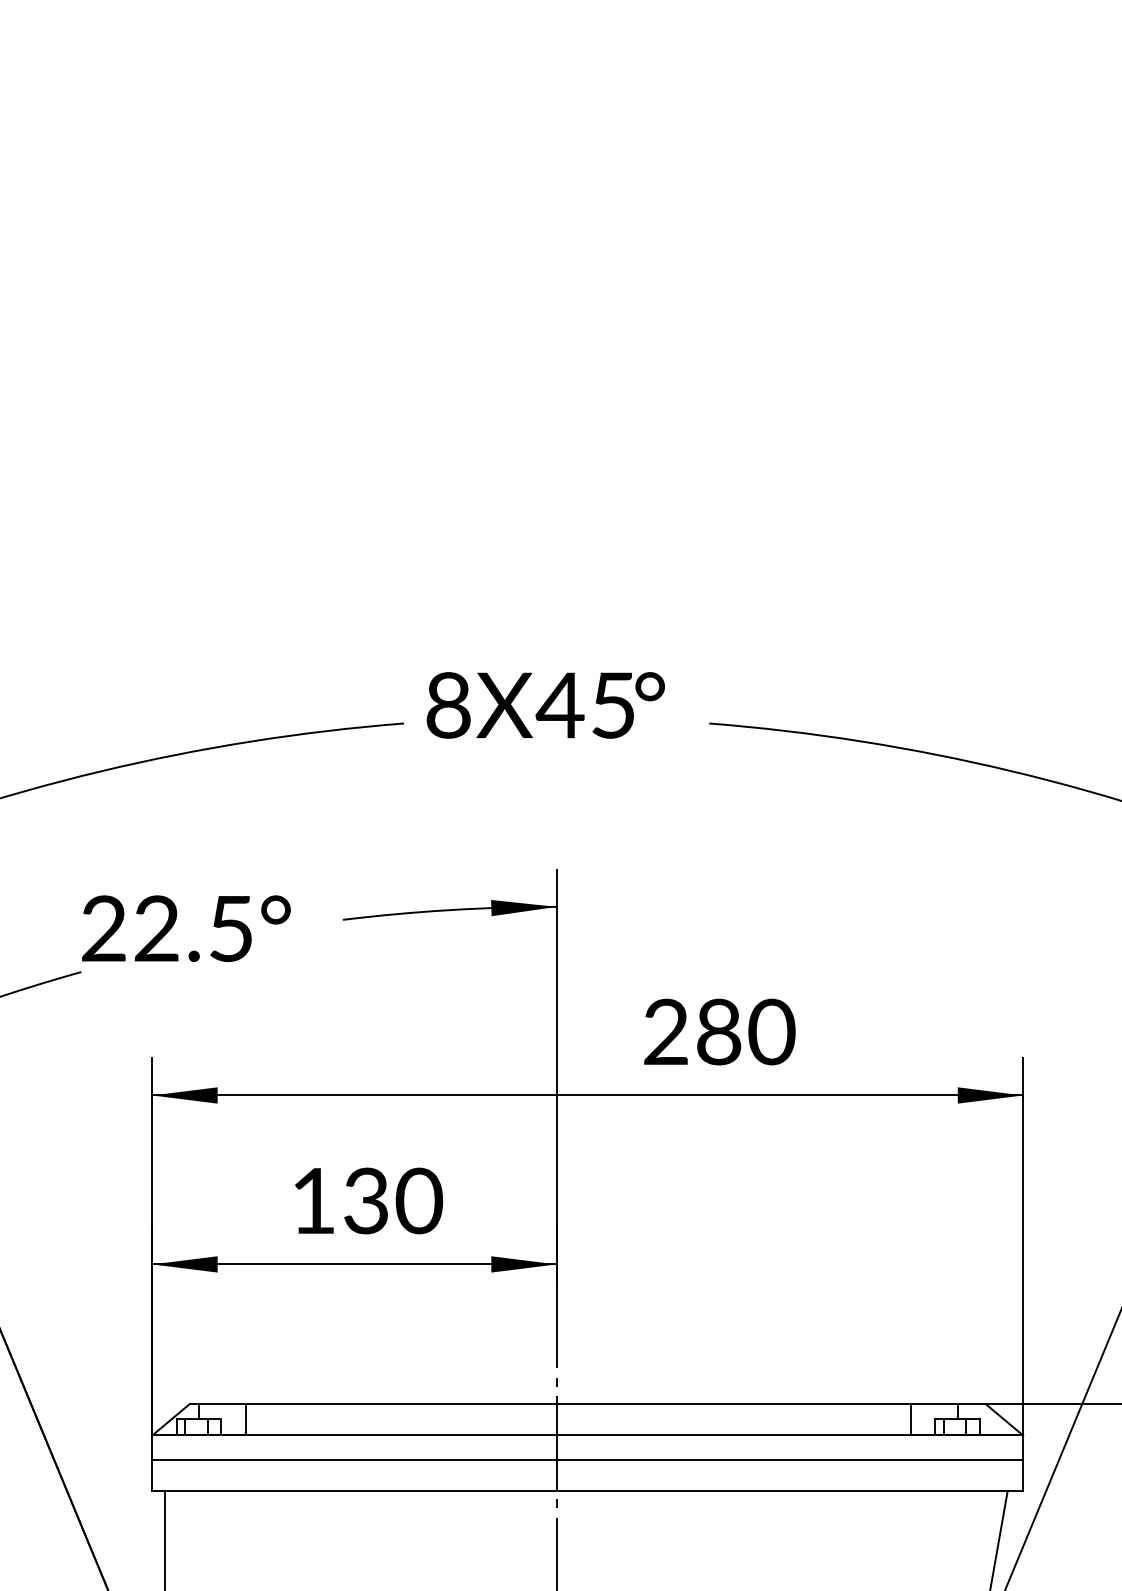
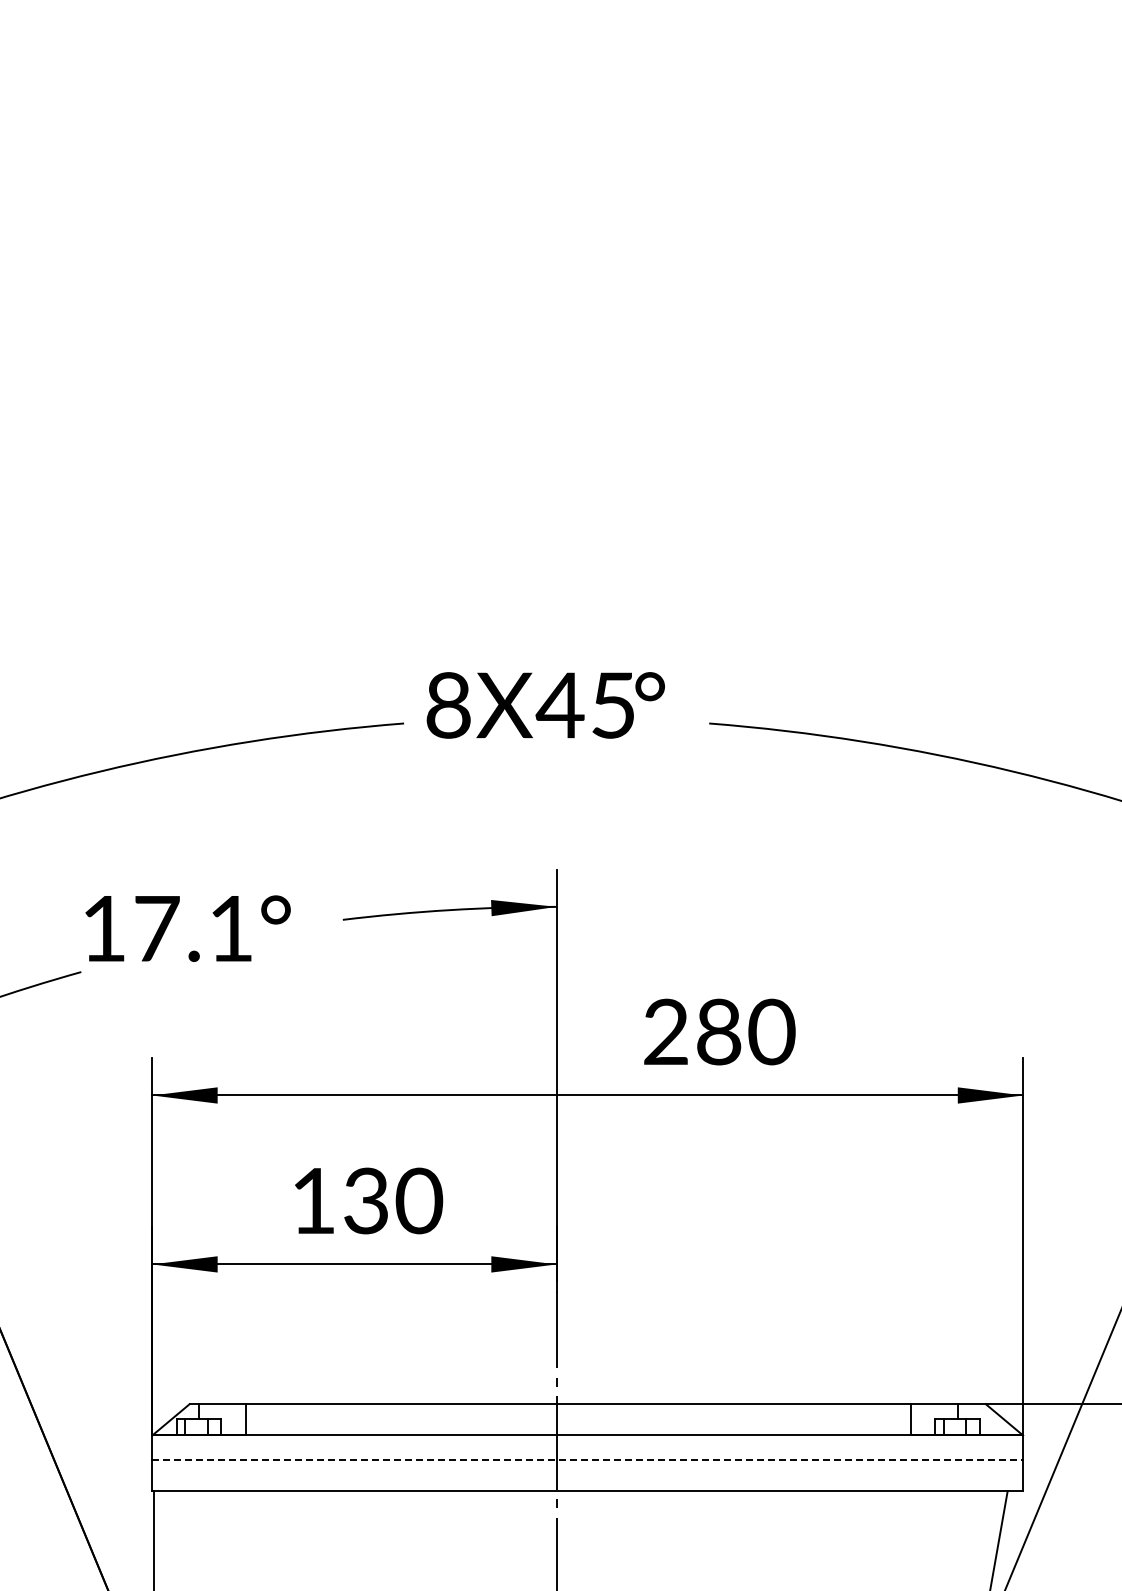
text at (166, 928): 22.5 -> 17.1
line at (588, 1460): solid -> dashed
line at (164, 1539) position: (164, 1539) -> (153, 1539)
